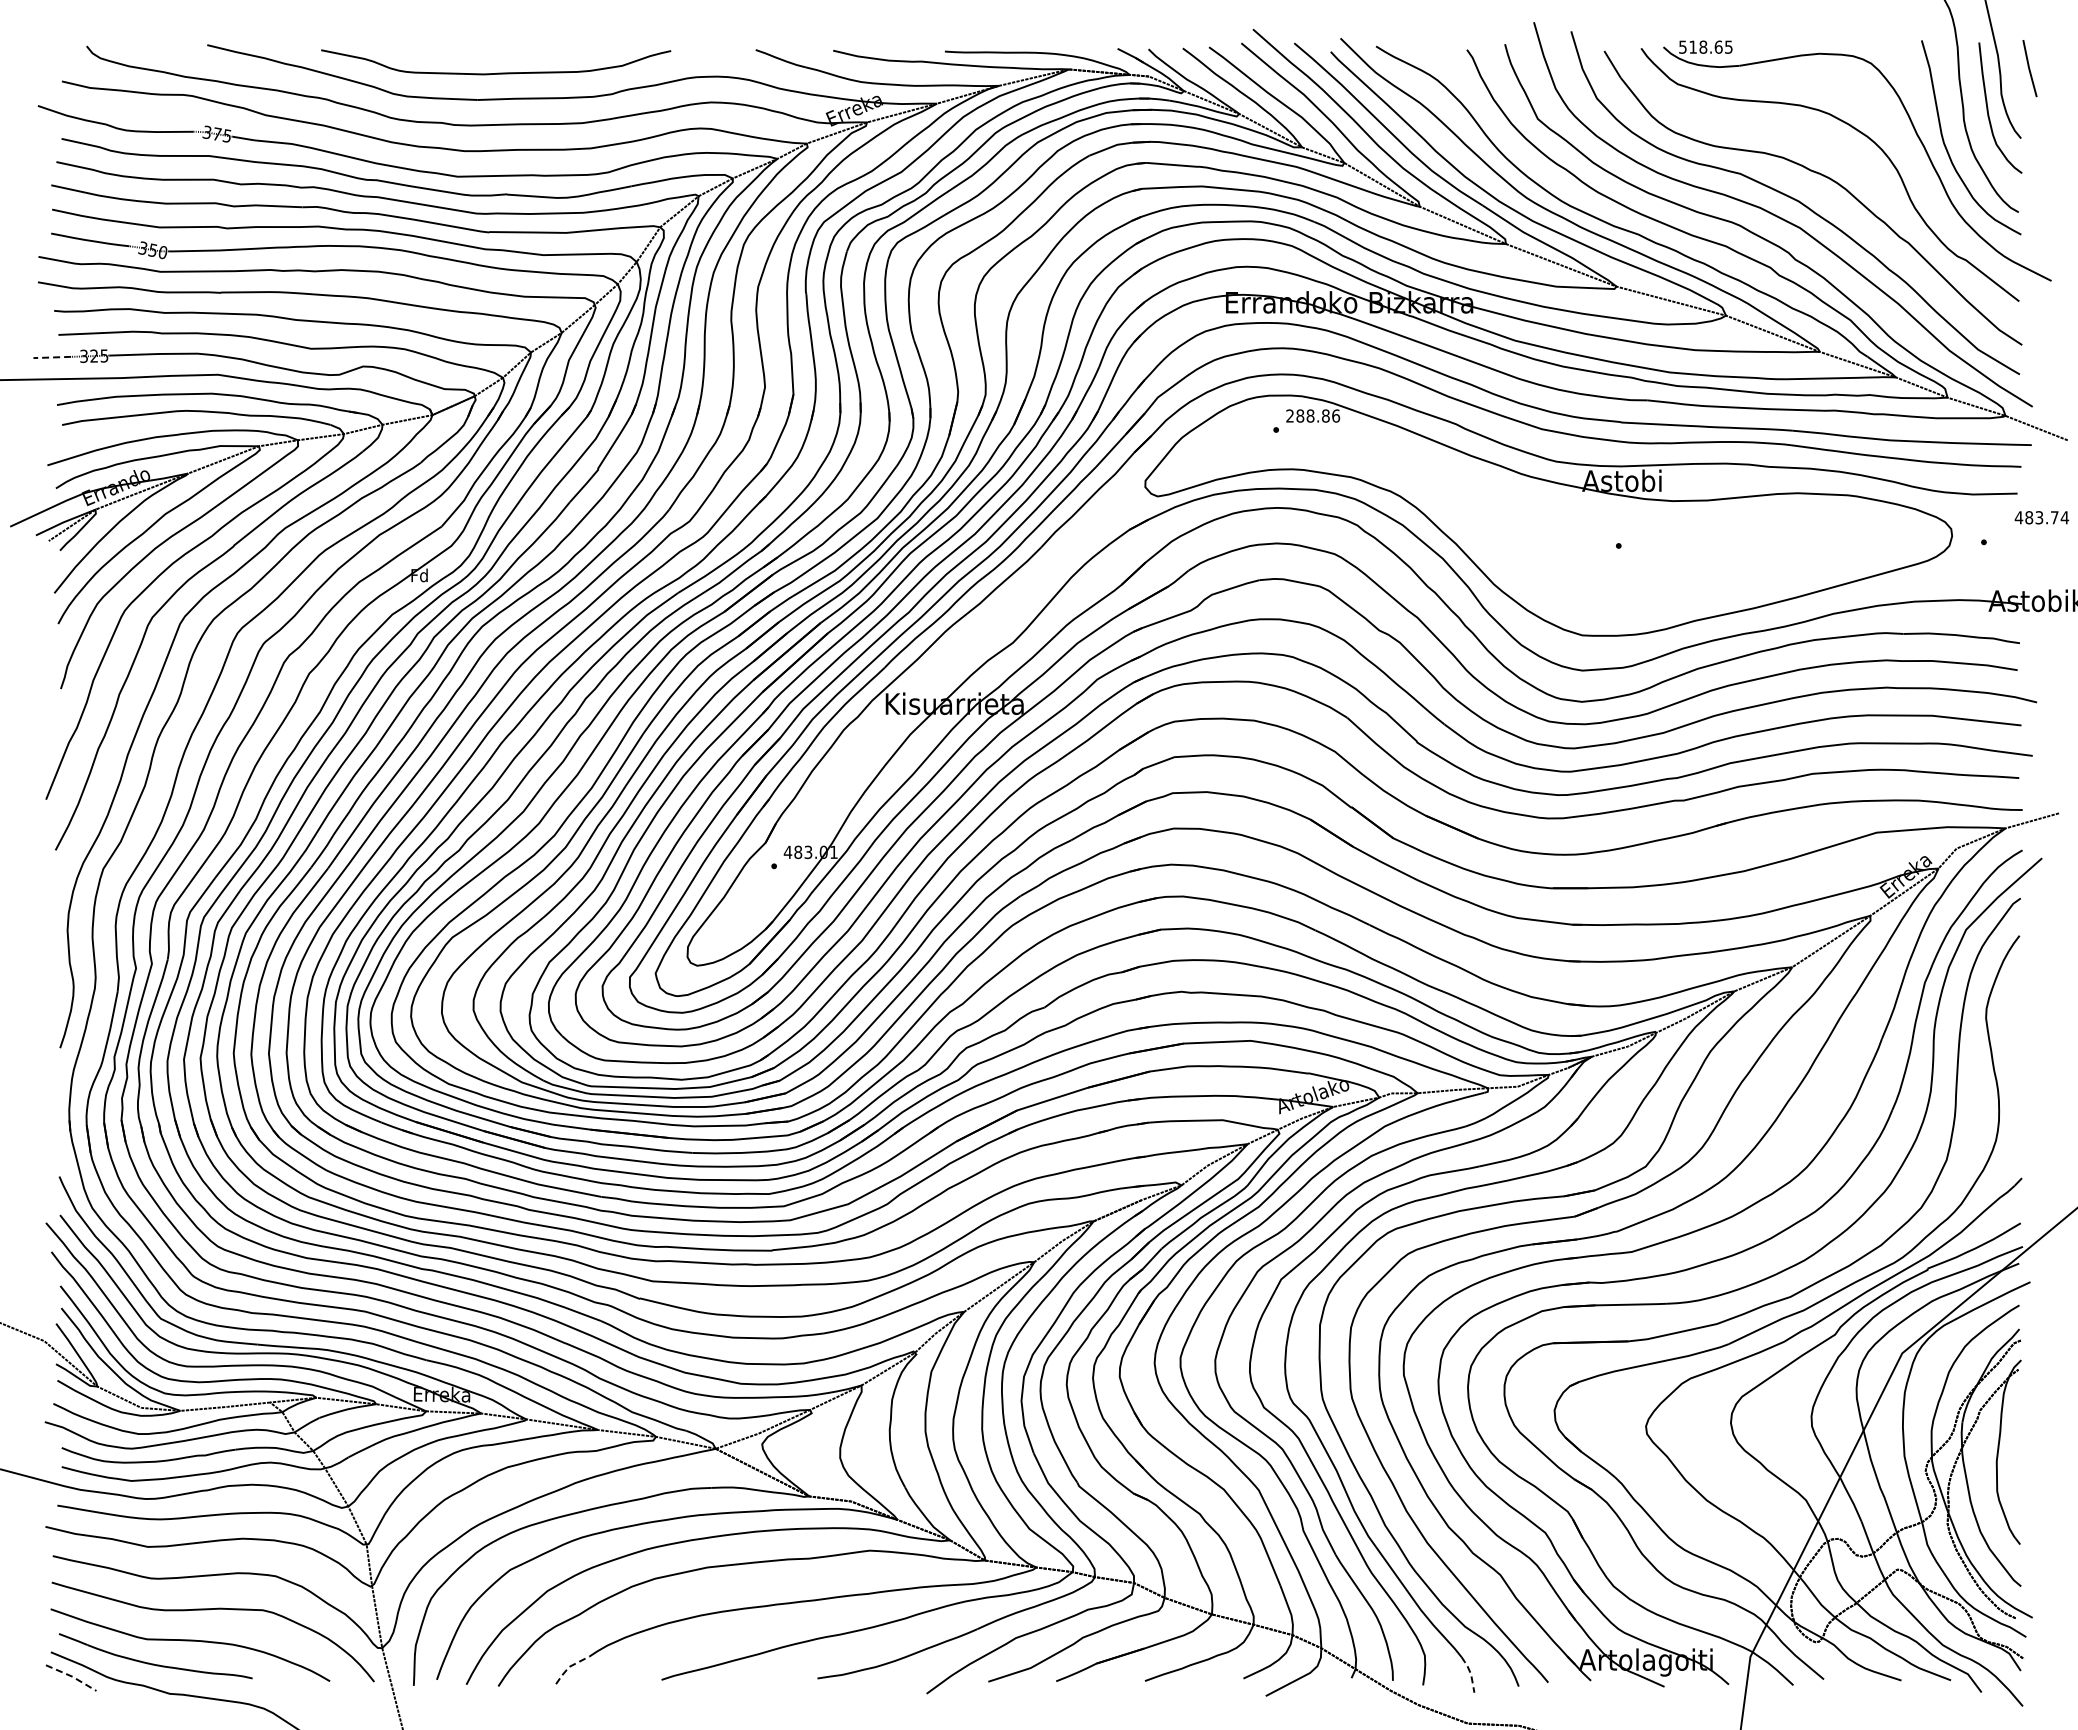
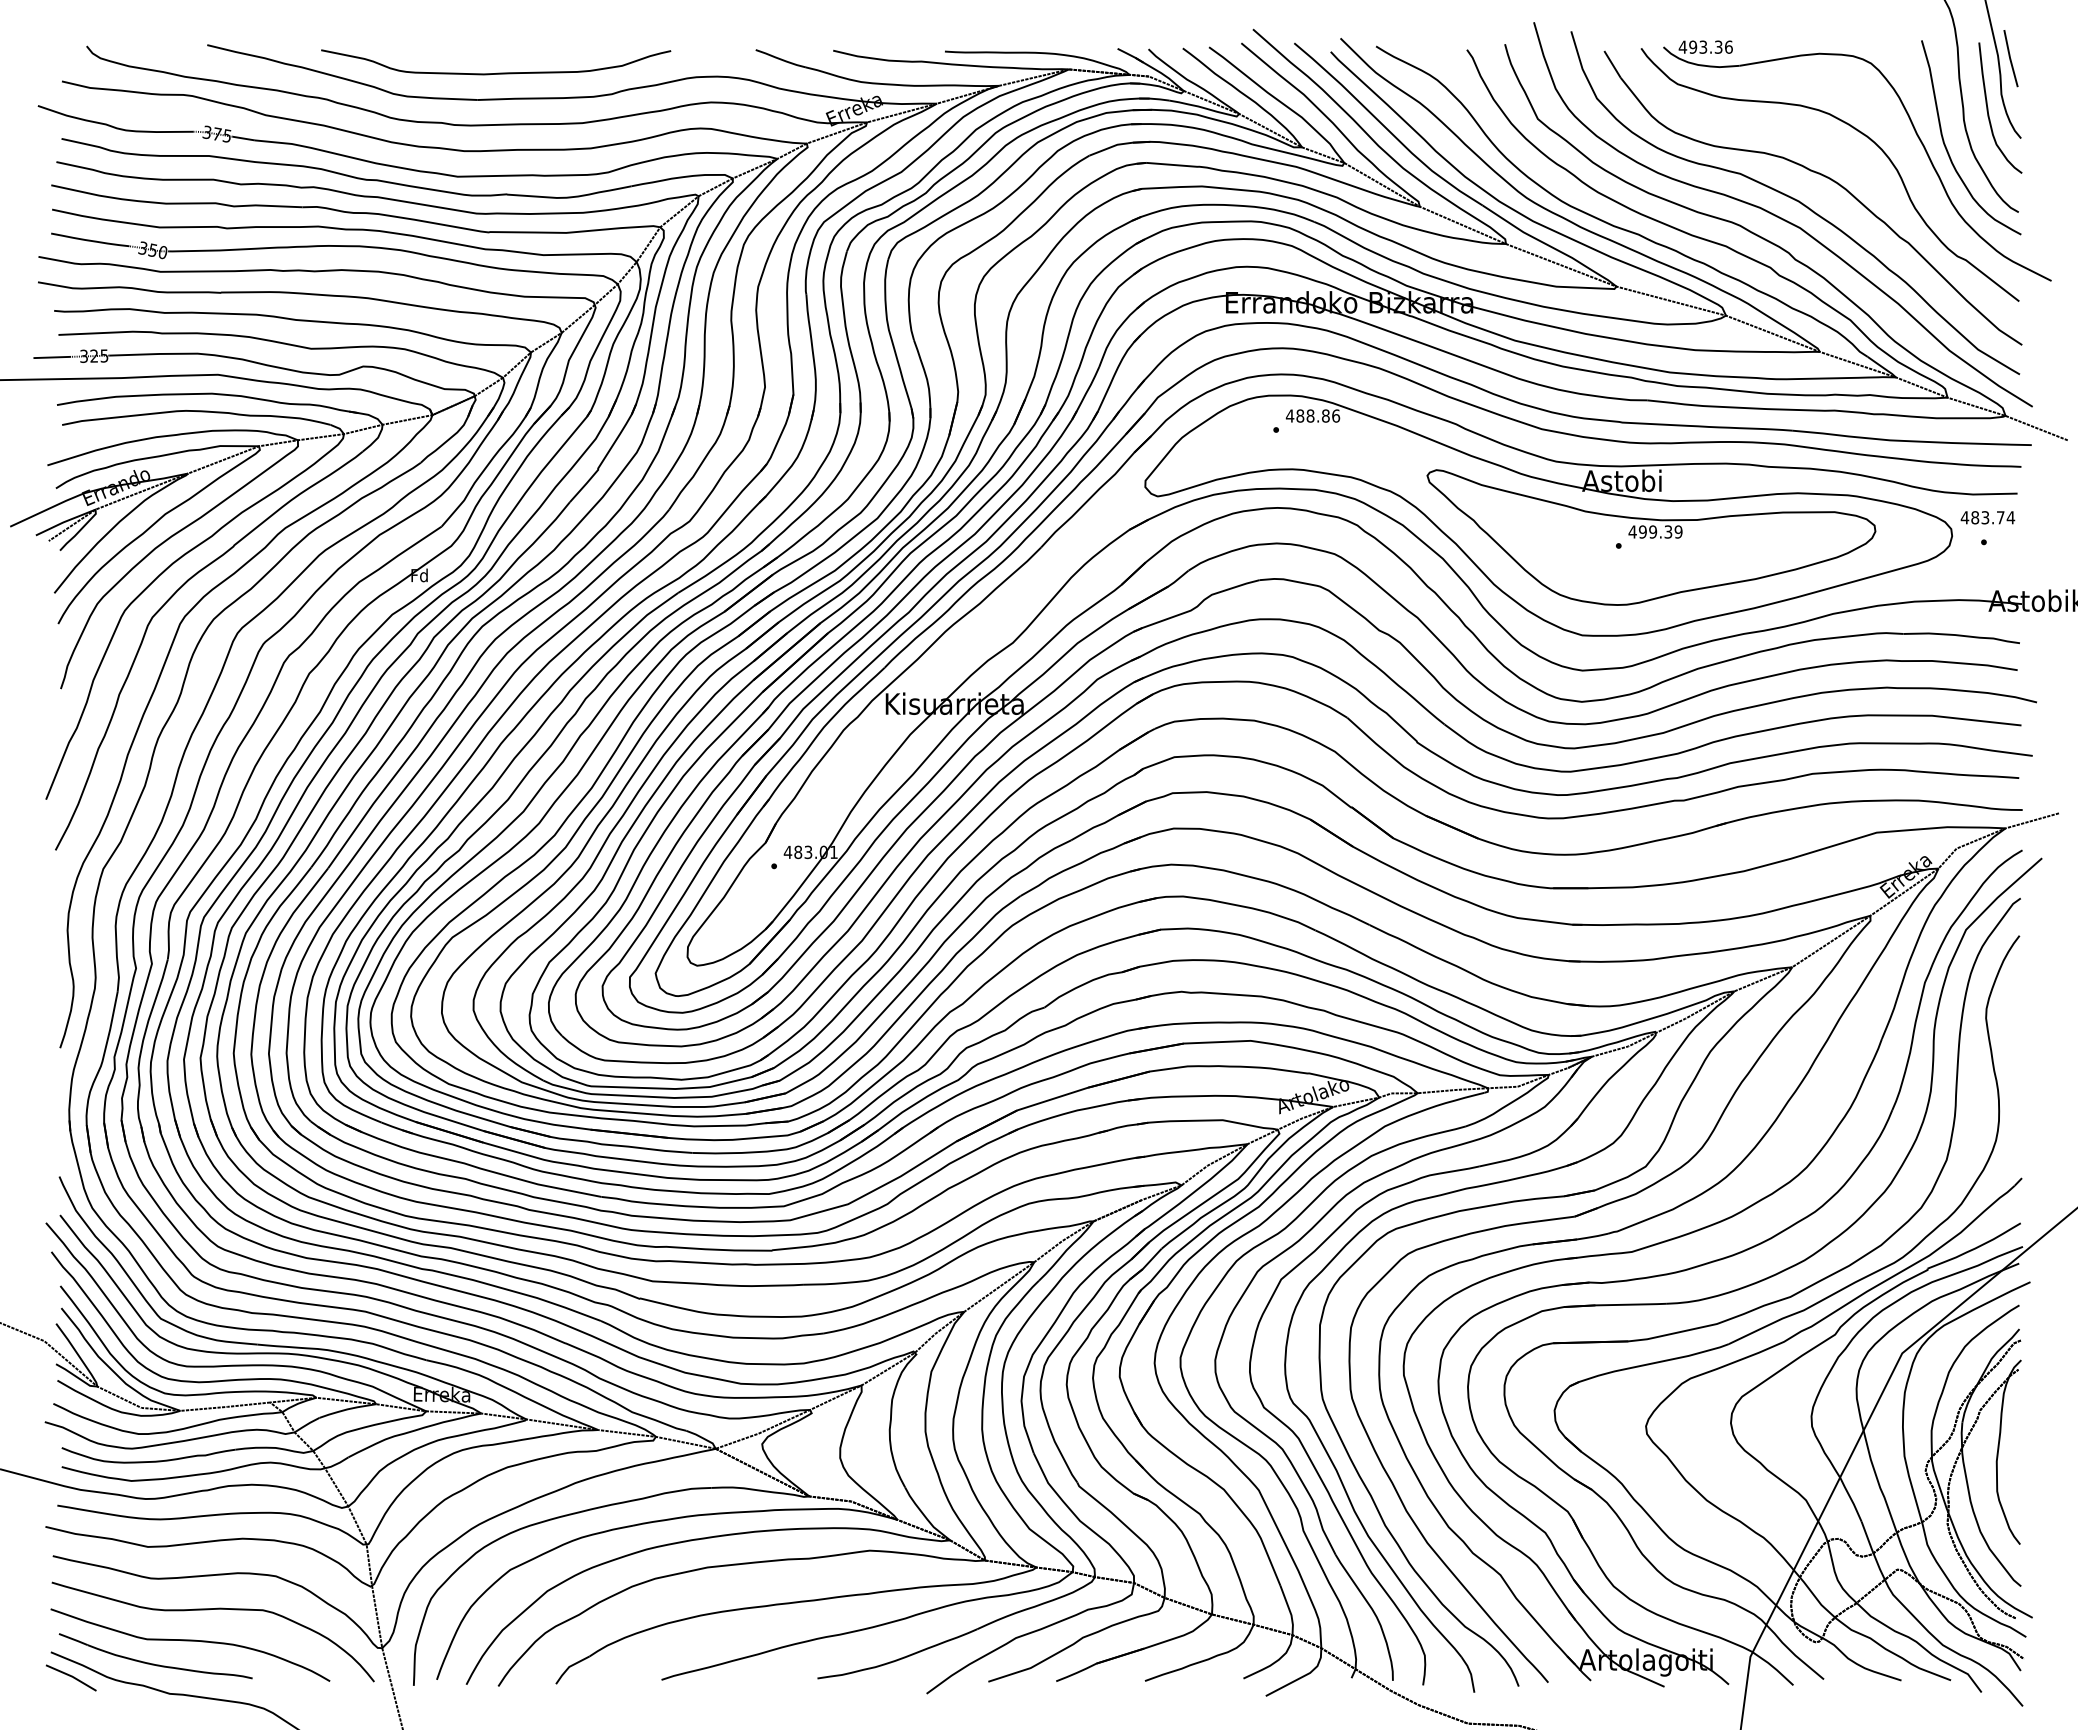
text at (1705, 46): 518.65 -> 493.36
line at (2029, 68) position: (2029, 68) -> (2010, 58)
line at (52, 357): dashed -> solid
text at (1289, 415): 288.86 -> 488.86
text at (2041, 517) position: (2041, 517) -> (1987, 517)
part at (1651, 537): none -> present
line at (569, 1666): dashed -> solid
line at (1470, 1673): dashed -> solid
line at (72, 1676): dashed -> solid
